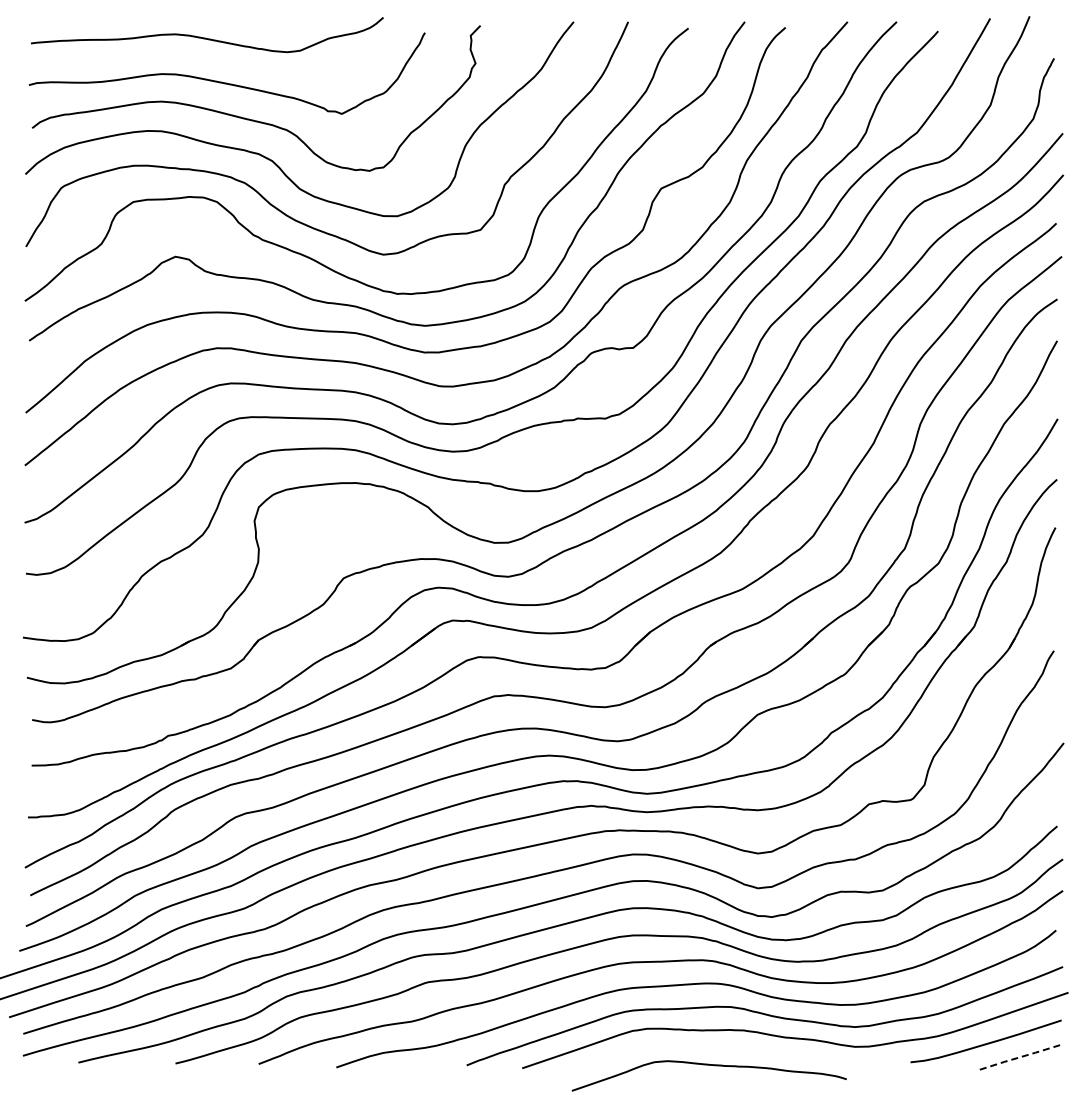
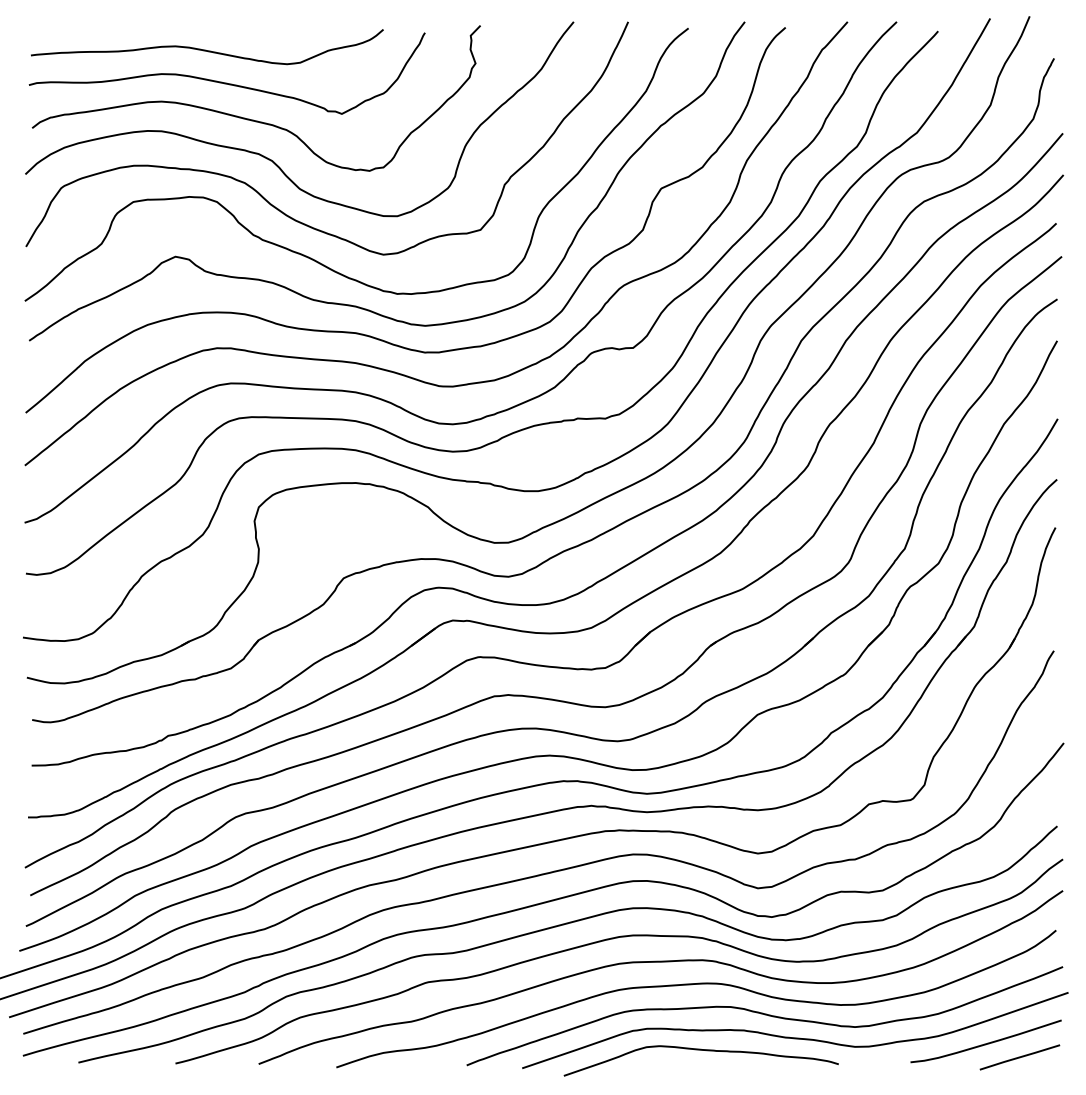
curve at (205, 37) position: (205, 37) -> (205, 49)
line at (1020, 1057): dashed -> solid
curve at (708, 1065) position: (708, 1065) -> (700, 1050)
